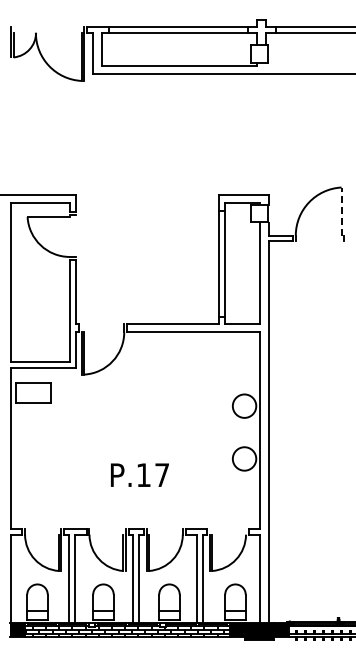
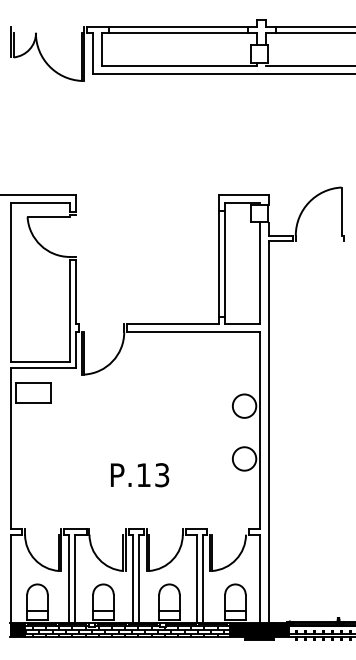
line at (309, 65): none -> present
line at (341, 211): dashed -> solid
text at (162, 475): P.17 -> P.13
